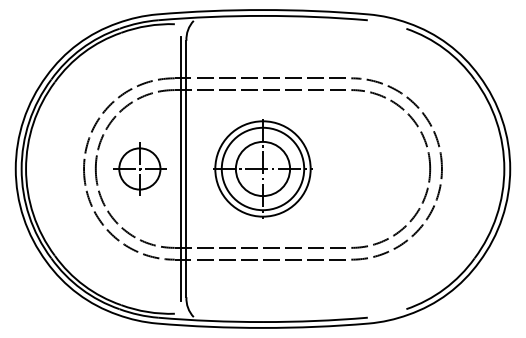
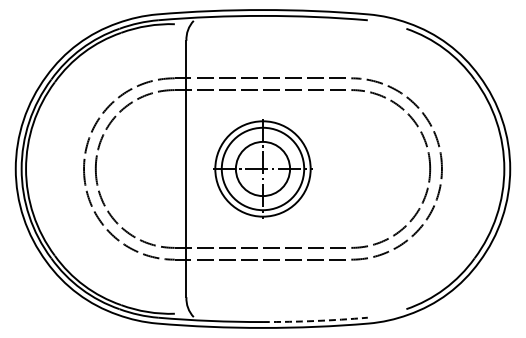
part at (139, 168): present -> none
line at (181, 168): present -> none
arc at (315, 321): solid -> dashed
